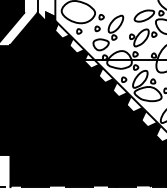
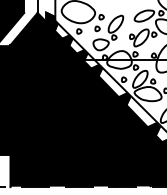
fill at (109, 85): present -> none
fill at (139, 114): present -> none
